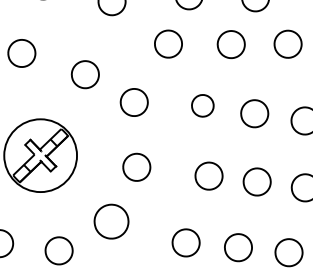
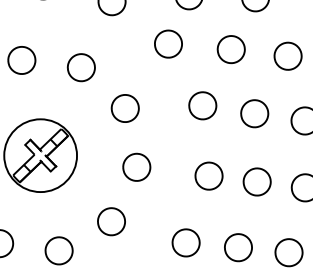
part at (287, 43) position: (287, 43) -> (287, 55)
part at (230, 44) position: (230, 44) -> (230, 49)
part at (21, 53) position: (21, 53) -> (21, 60)
part at (84, 74) position: (84, 74) -> (80, 67)
part at (133, 102) position: (133, 102) -> (124, 108)
part at (202, 105) size: 24x24 px -> 30x30 px
part at (111, 221) size: 37x37 px -> 29x30 px
